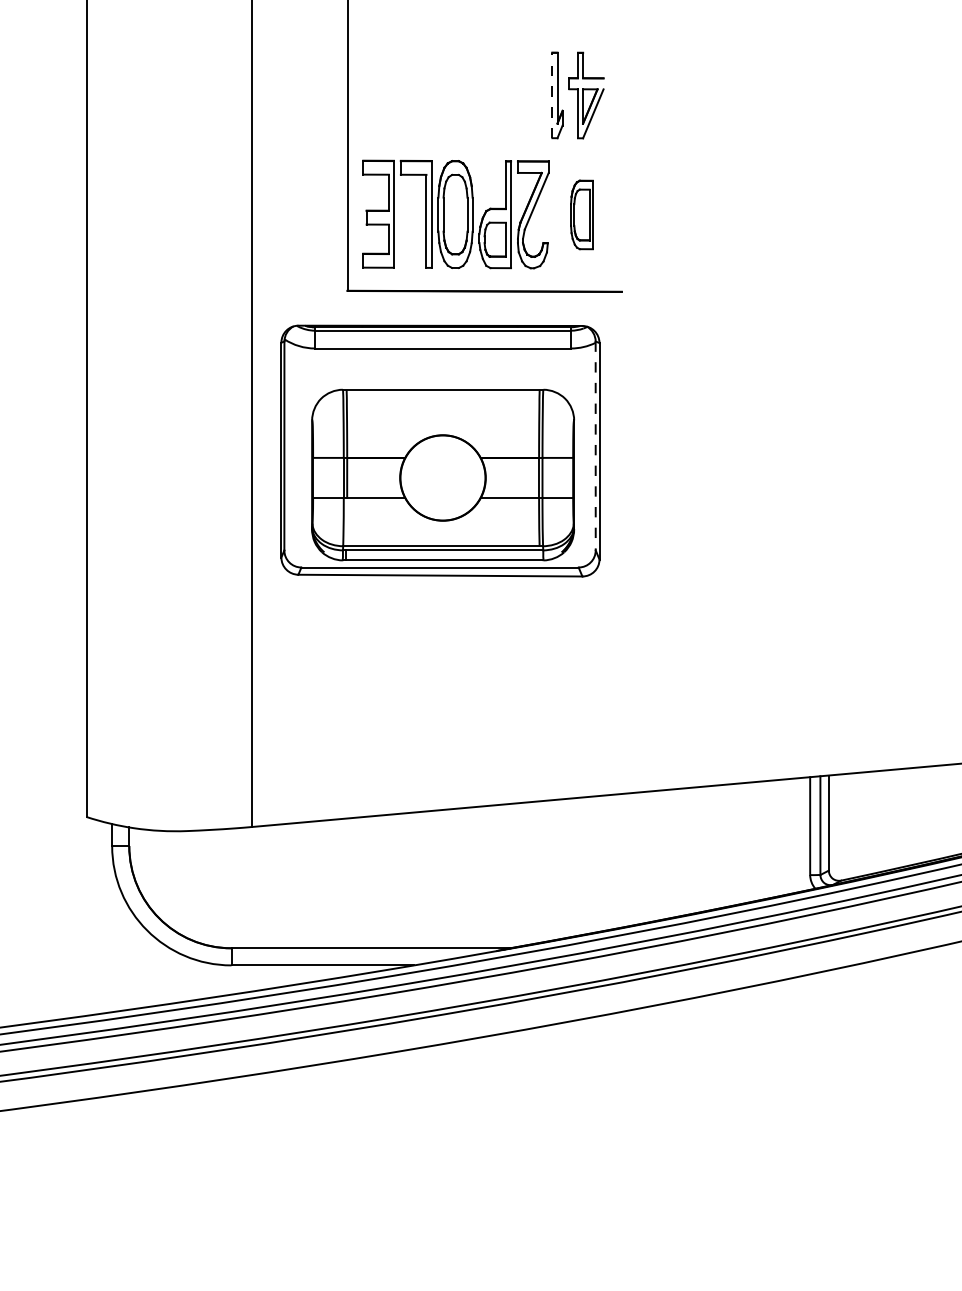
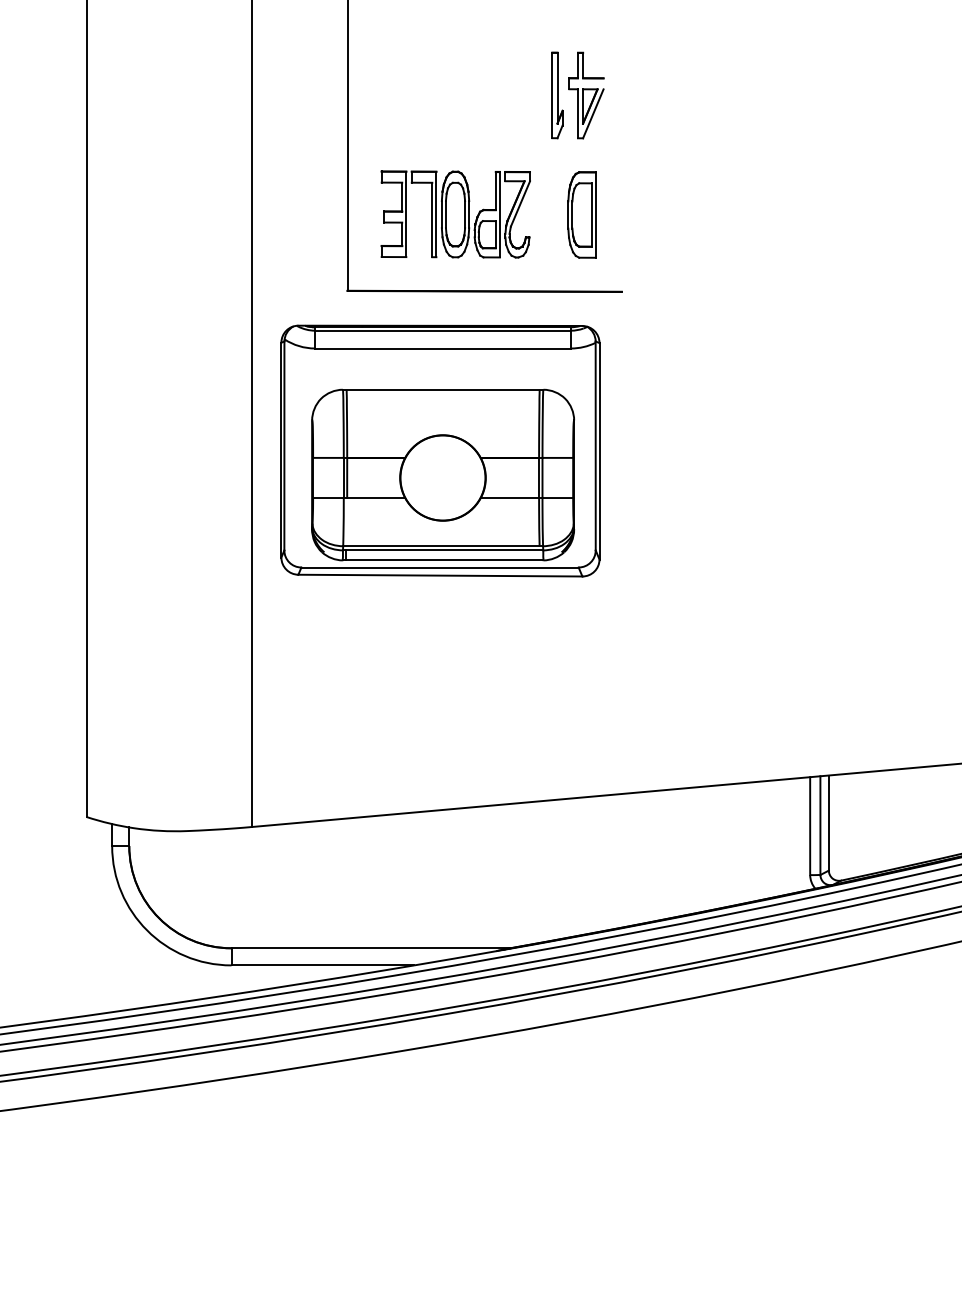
line at (552, 95): dashed -> solid
part at (455, 214) size: 188x111 px -> 151x89 px
part at (581, 214) size: 24x72 px -> 30x88 px
line at (595, 446): dashed -> solid
